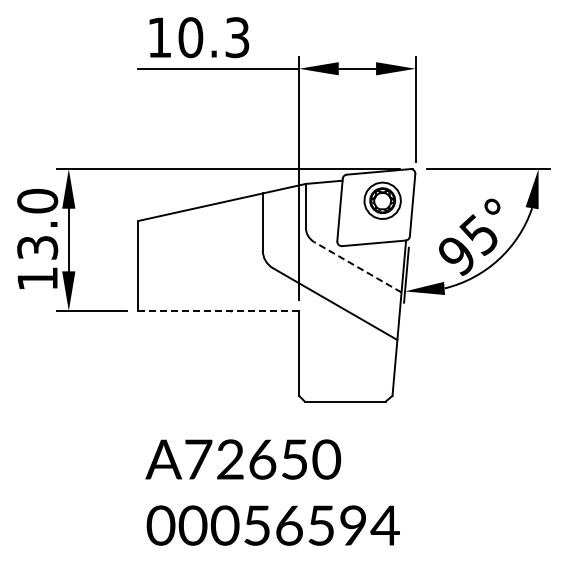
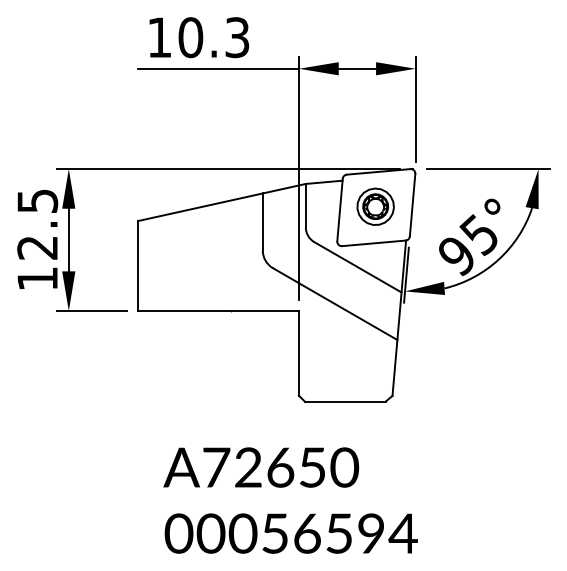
part at (382, 200) position: (382, 200) -> (375, 206)
text at (37, 223): 13.0 -> 12.5
line at (357, 267): dashed -> solid
line at (219, 310): dashed -> solid
text at (272, 492) position: (272, 492) -> (290, 500)
